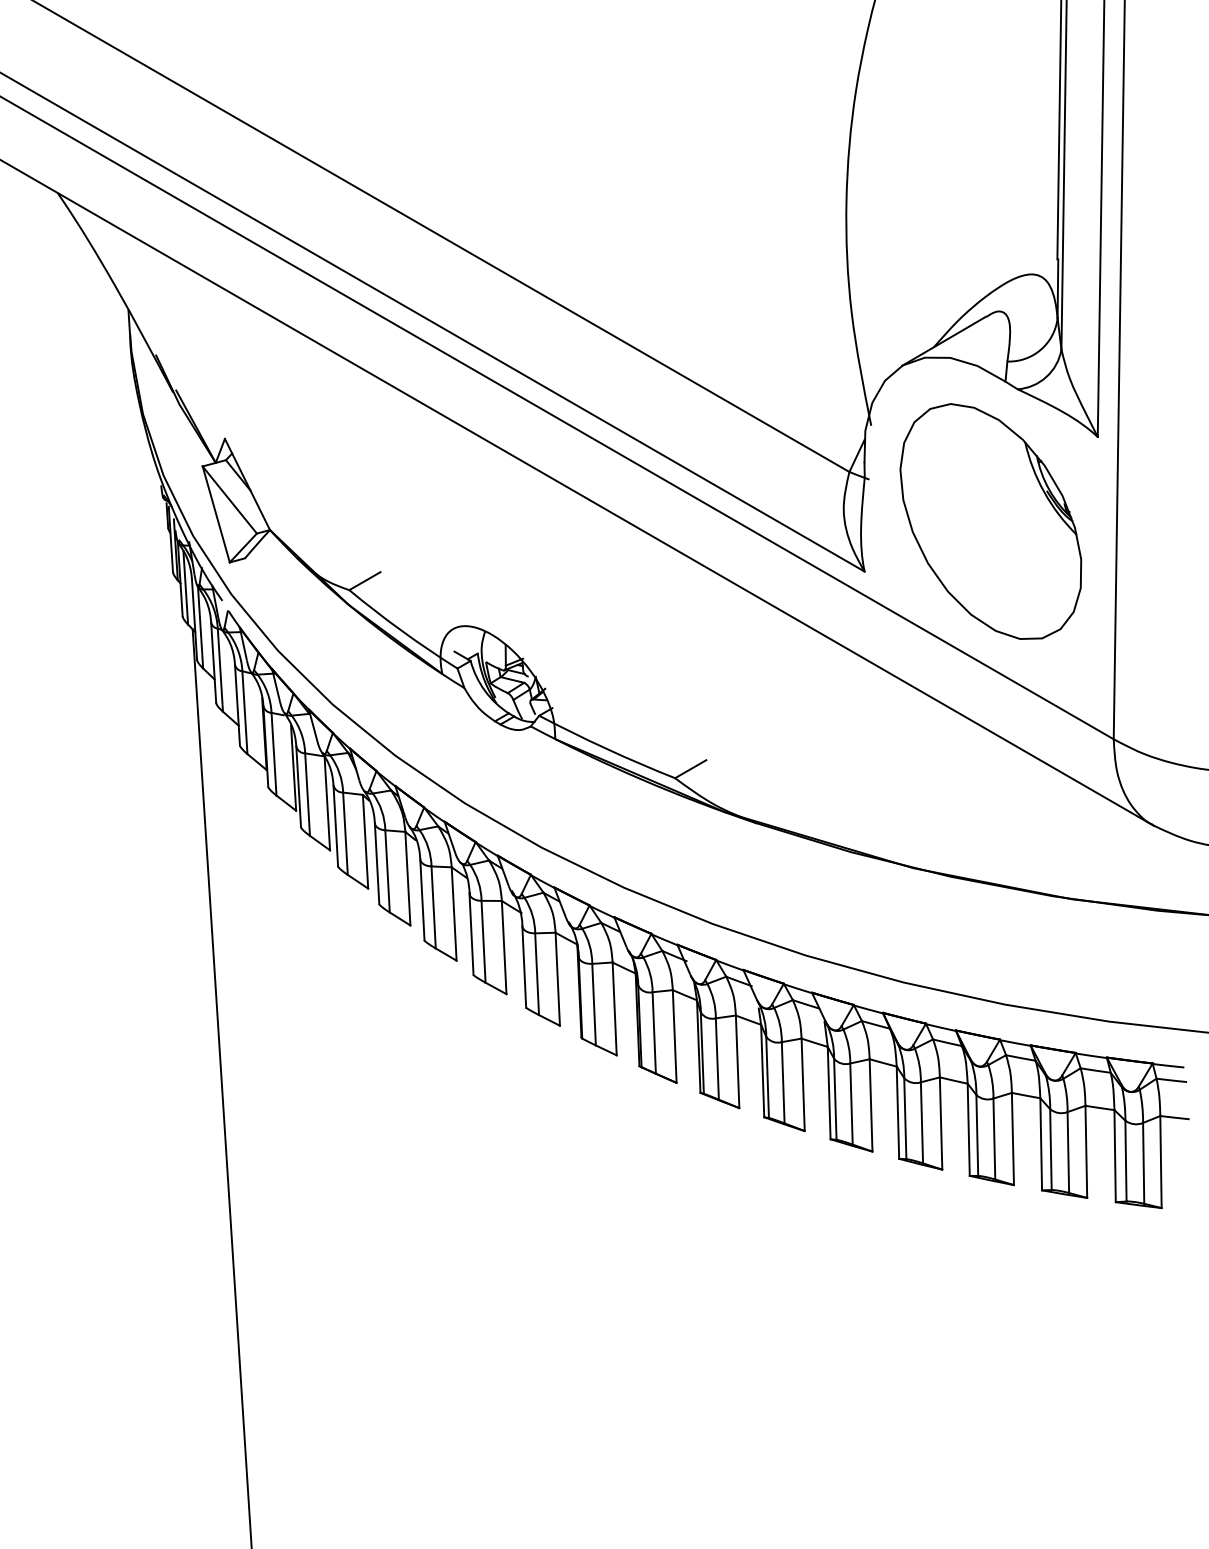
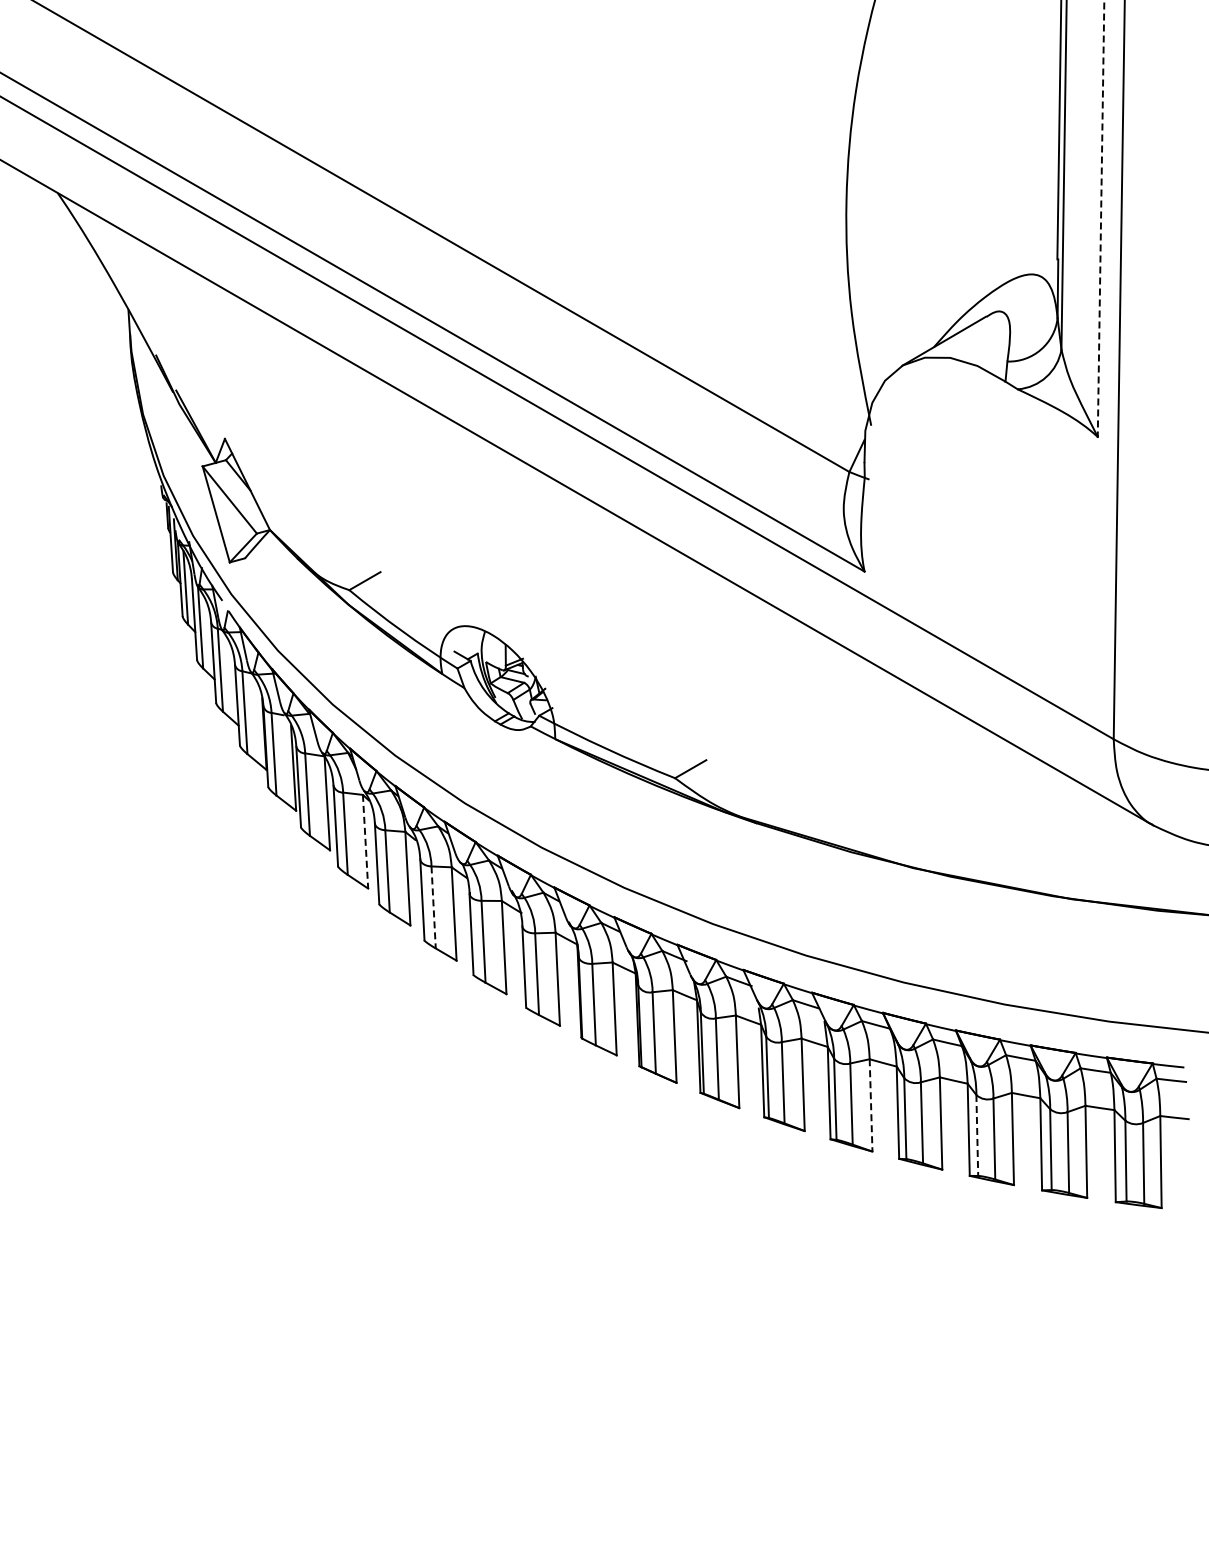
line at (1101, 218): solid -> dashed
part at (990, 521): present -> none
line at (365, 841): solid -> dashed
line at (433, 907): solid -> dashed
line at (221, 1087): present -> none
line at (871, 1105): solid -> dashed
line at (977, 1135): solid -> dashed
